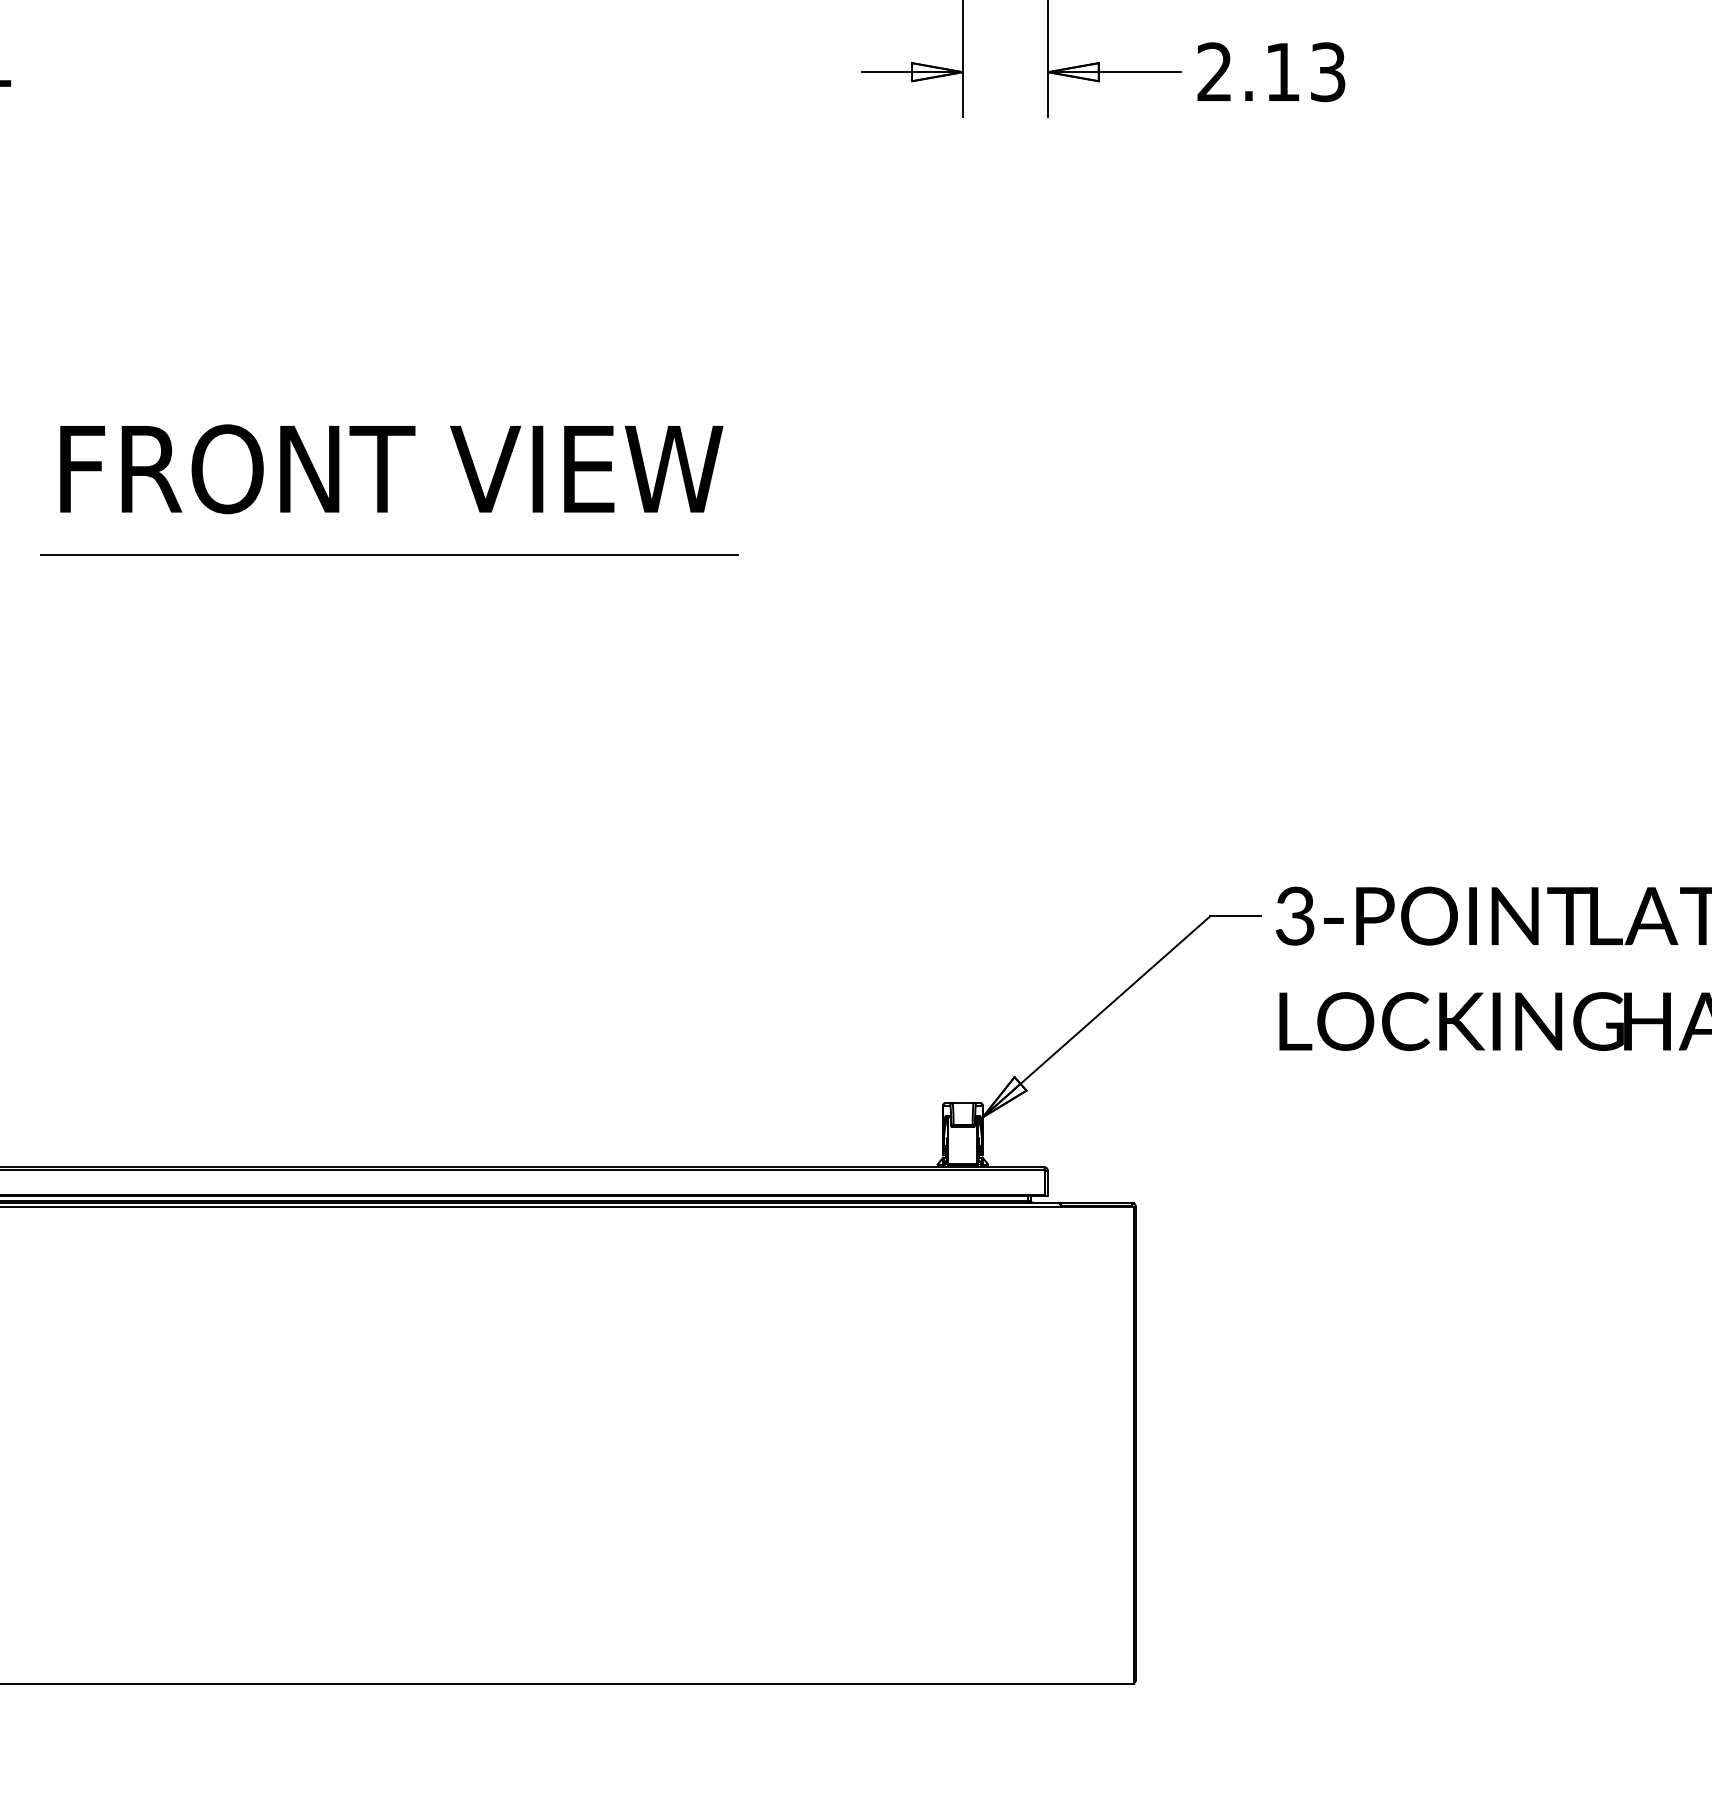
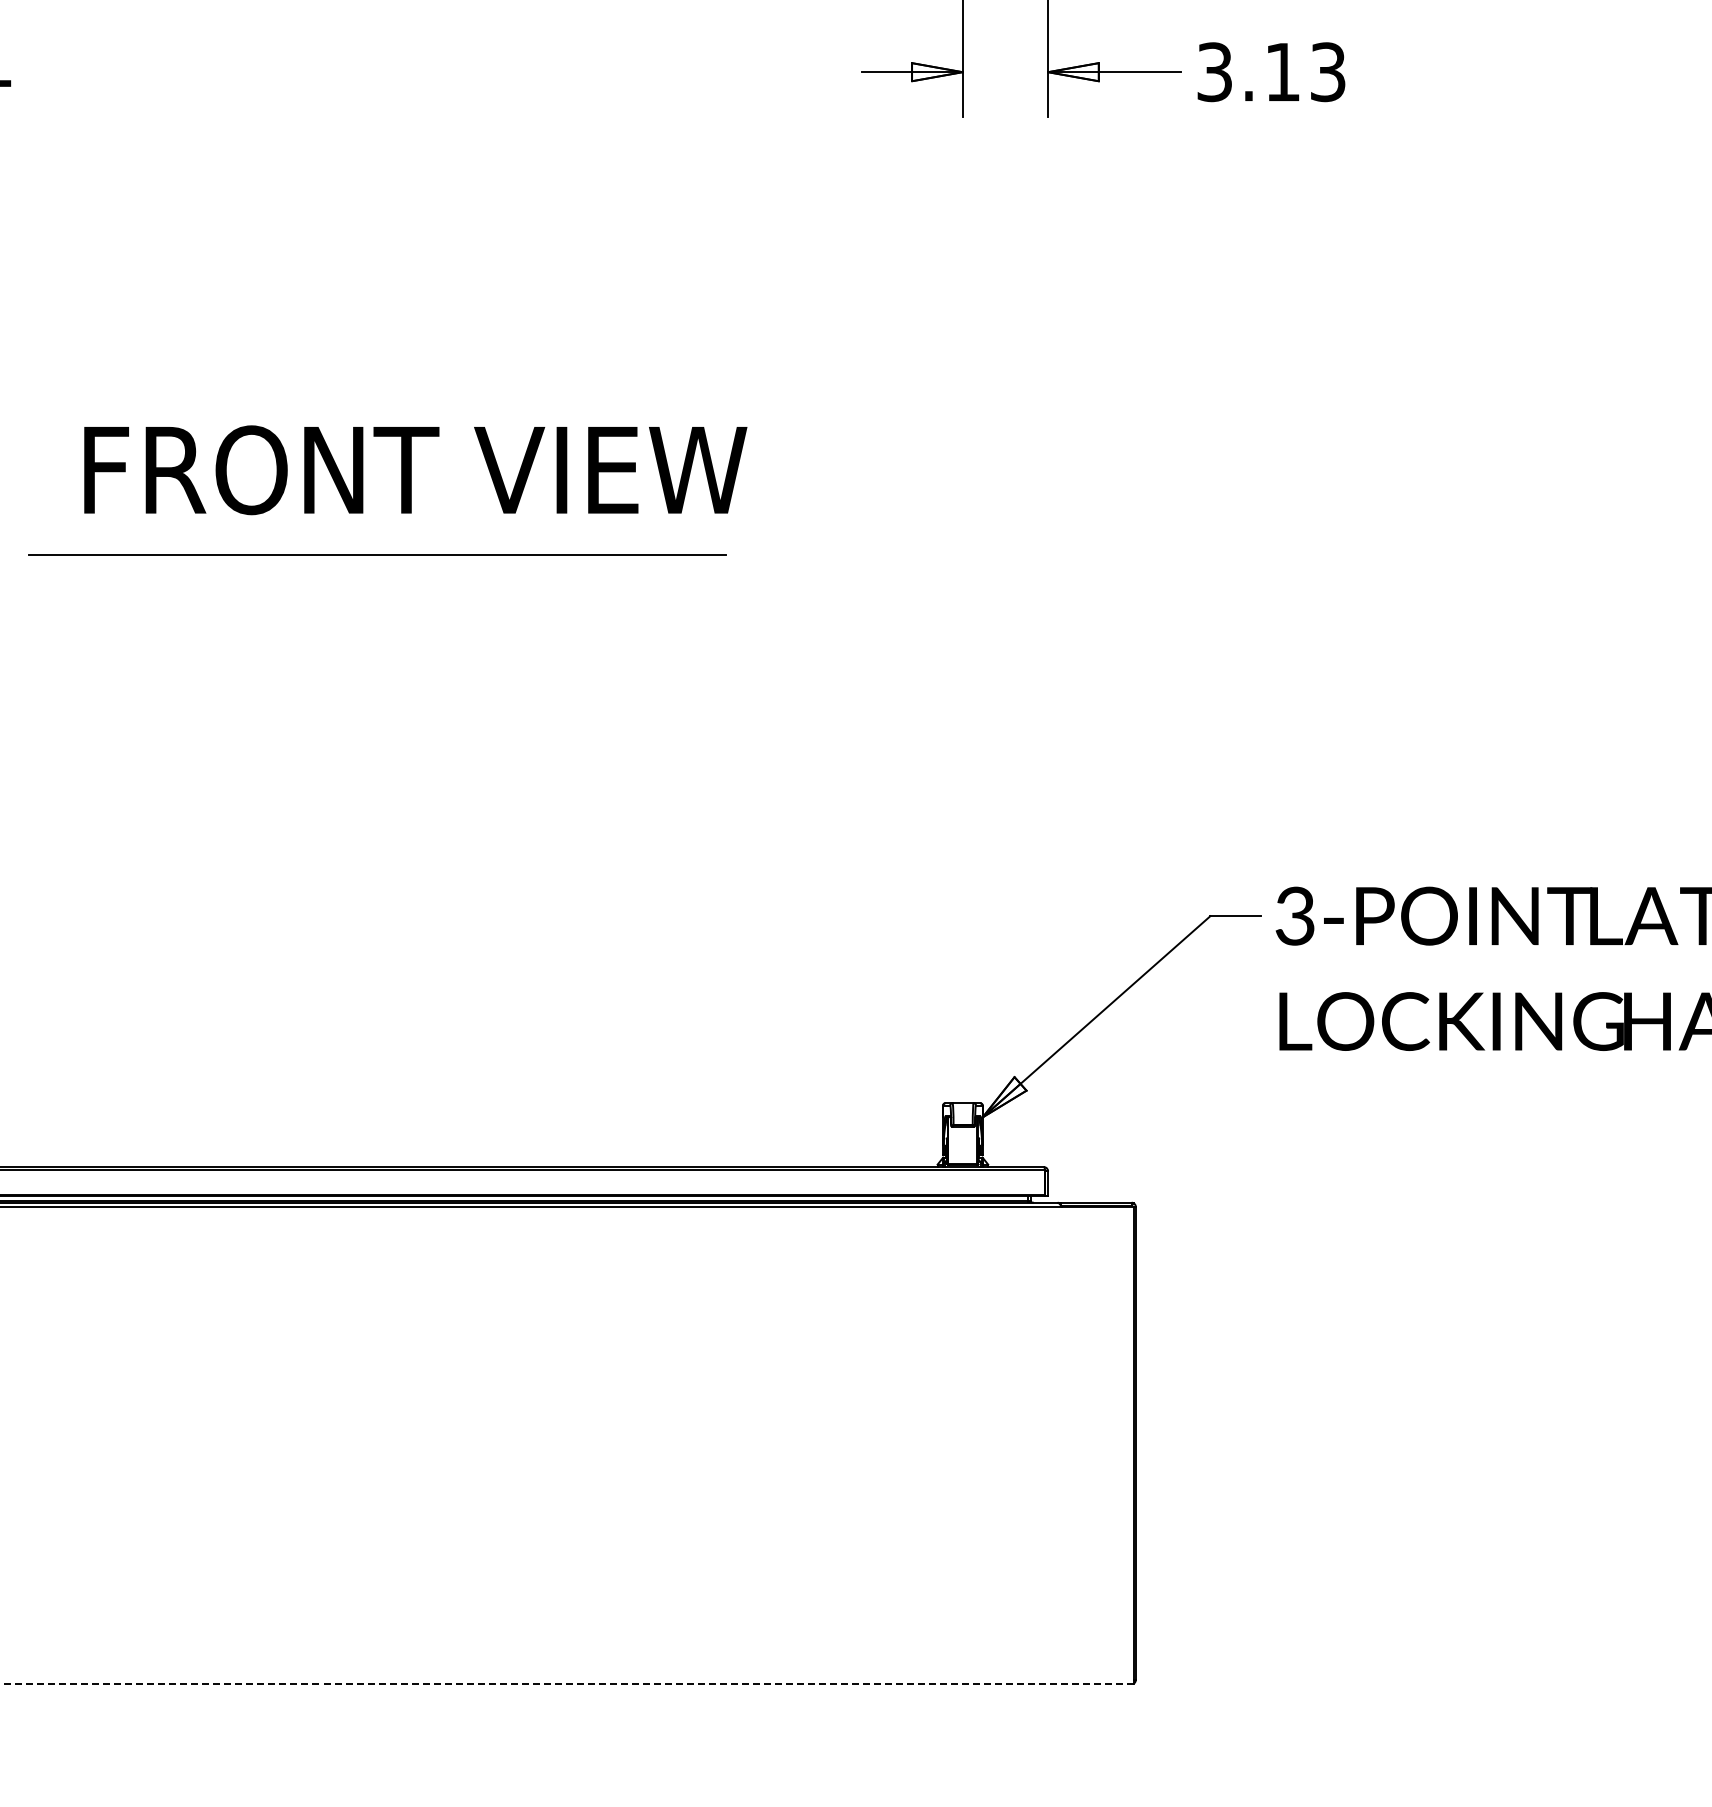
text at (1214, 72): 2.13 -> 3.13
text at (391, 469) position: (391, 469) -> (415, 470)
line at (389, 554) position: (389, 554) -> (377, 554)
line at (567, 1684): solid -> dashed
